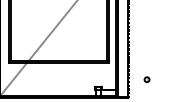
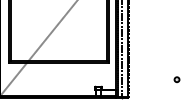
line at (121, 50): none -> present
part at (146, 79) position: (146, 79) -> (176, 79)
